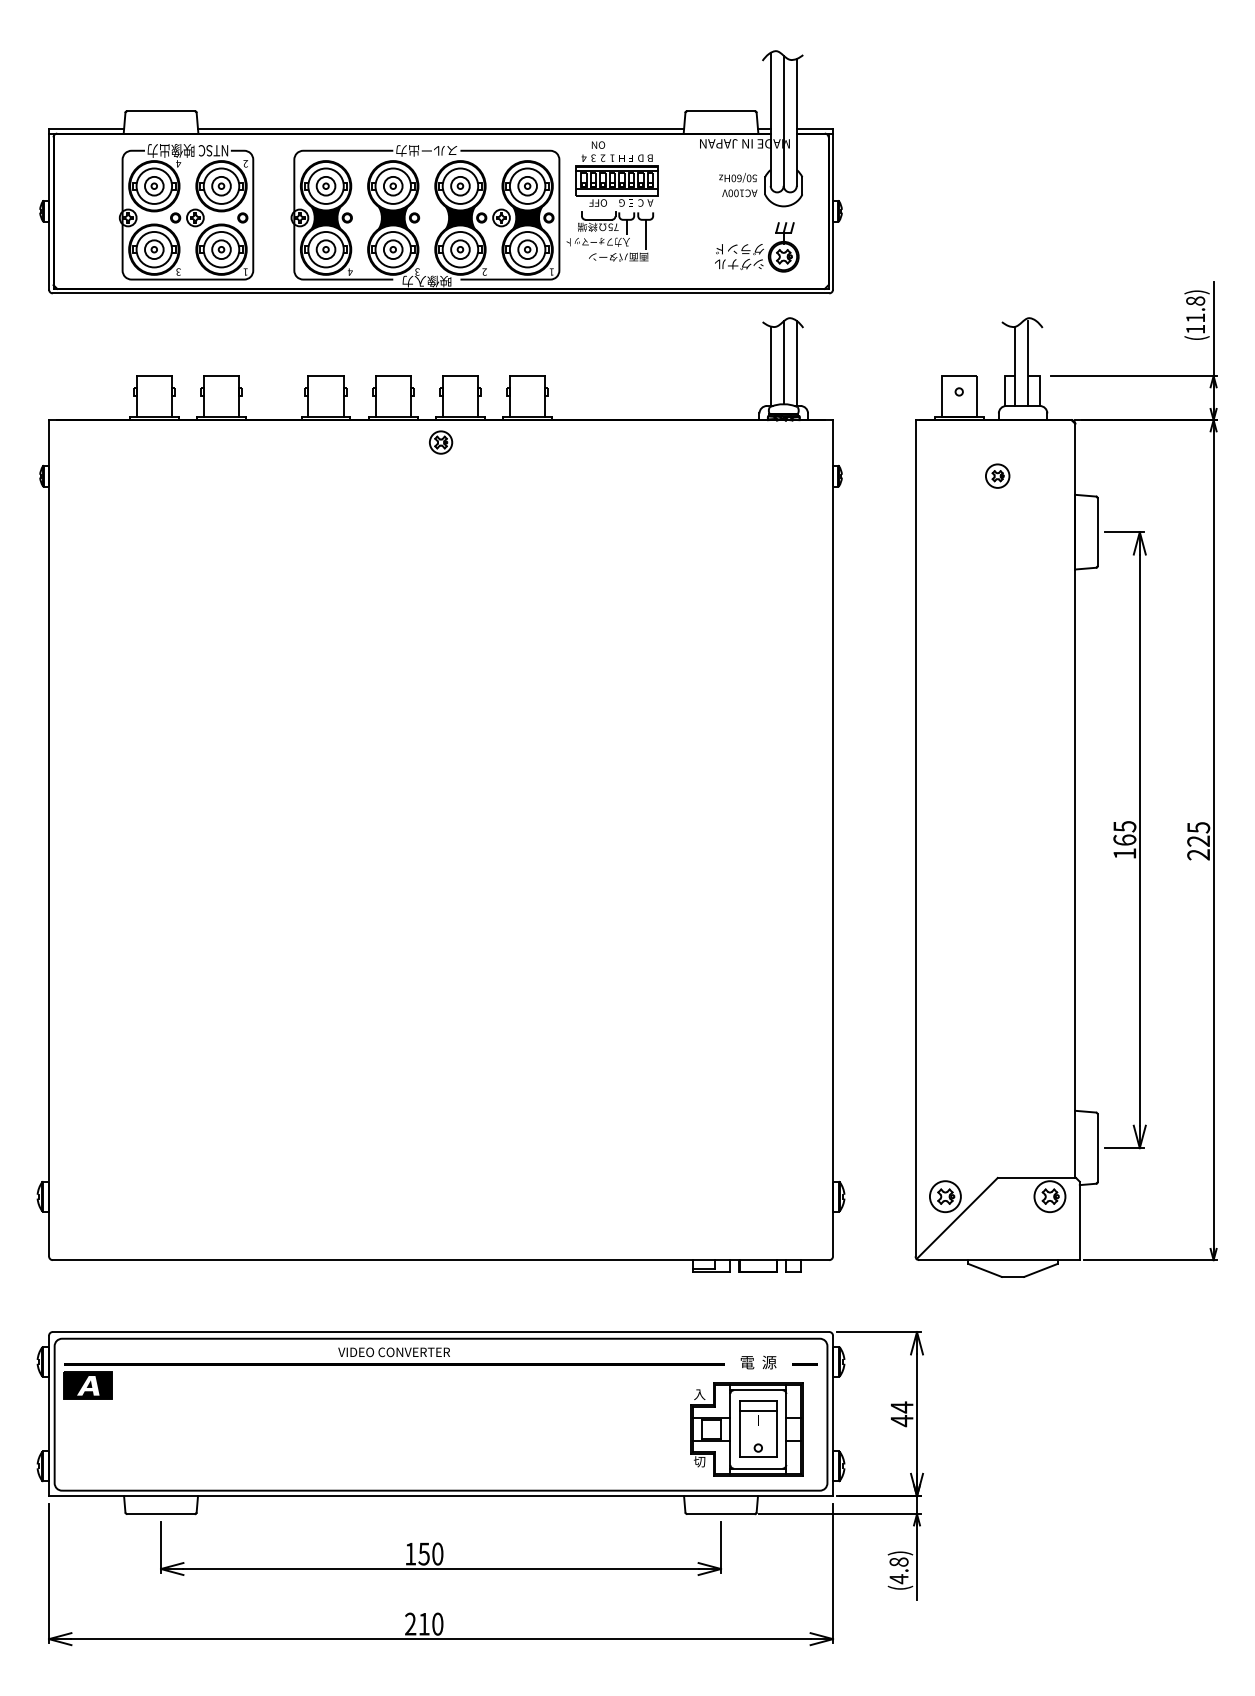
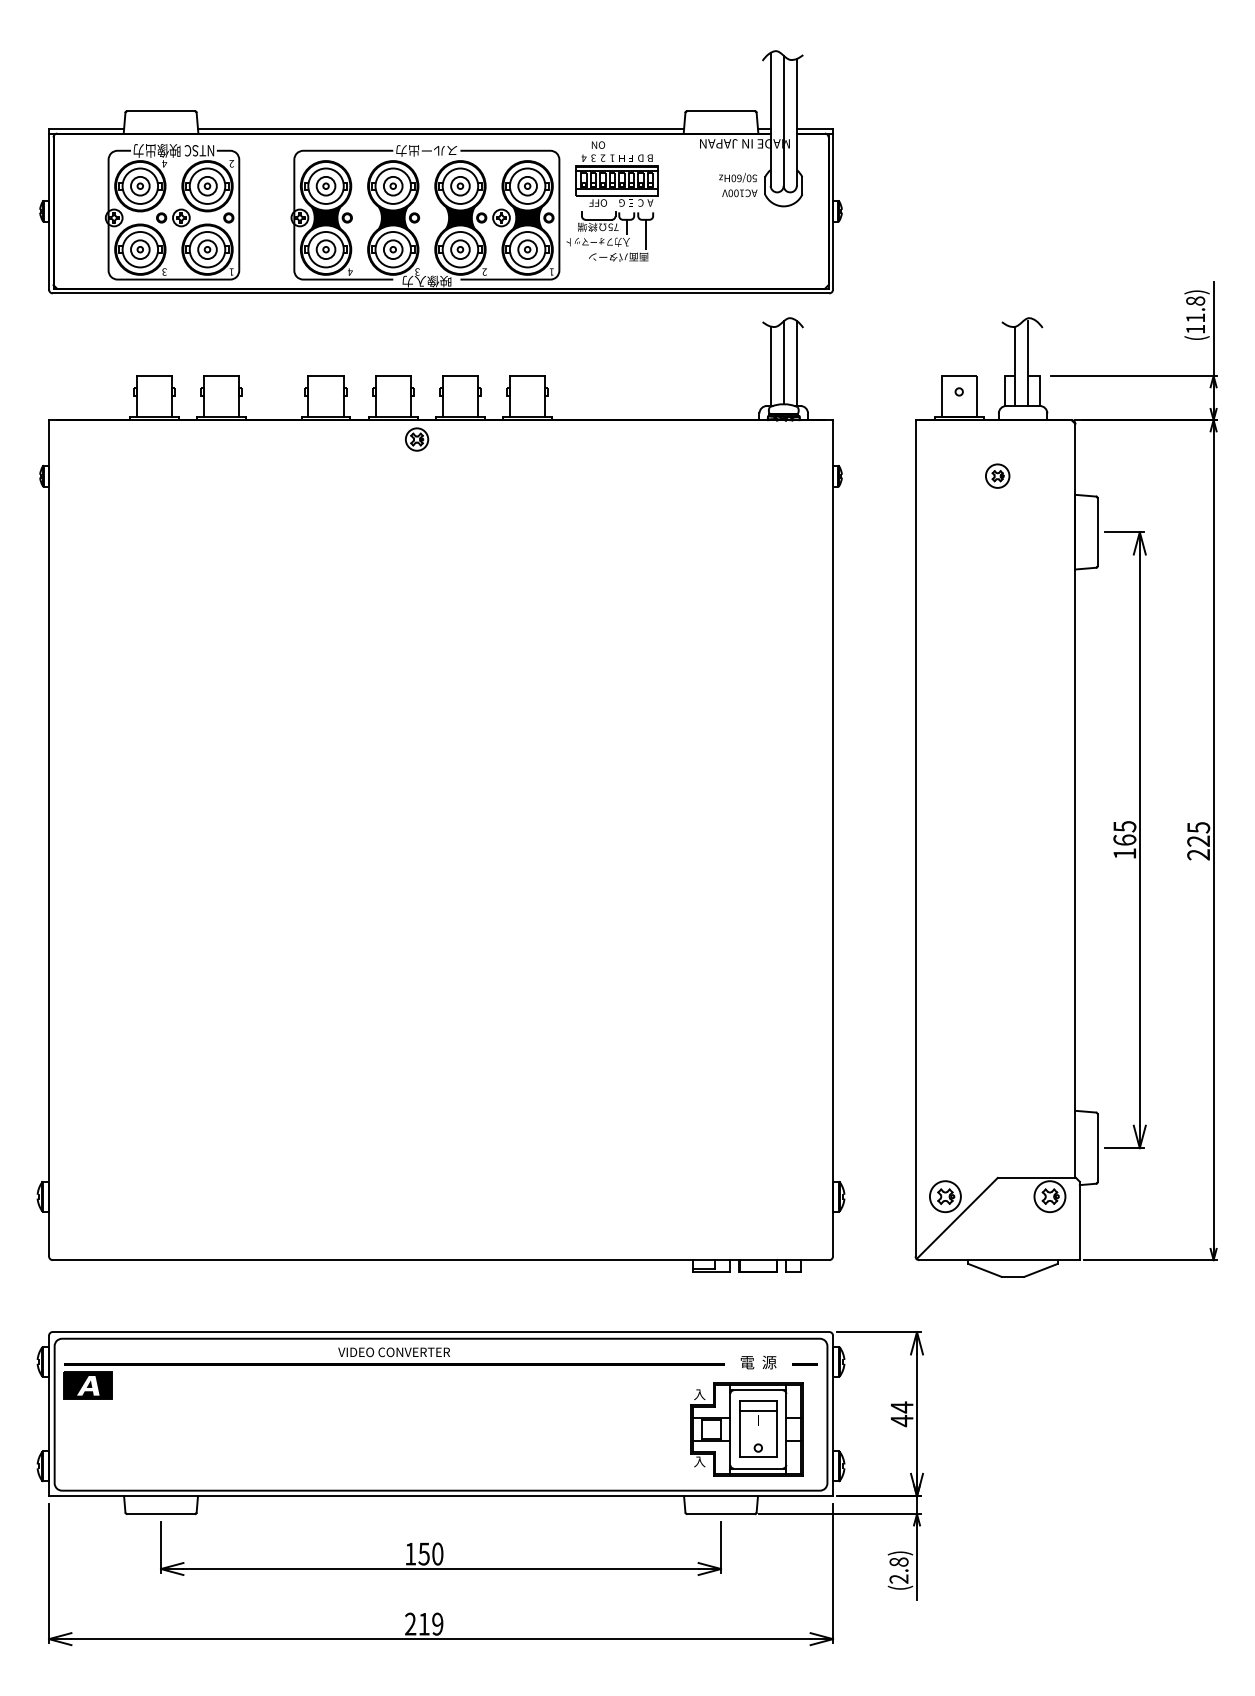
part at (186, 212) position: (186, 212) -> (172, 212)
part at (757, 247): present -> none
part at (441, 442) position: (441, 442) -> (417, 439)
text at (699, 1461): 切 -> 入
text at (898, 1579): (4.8) -> (2.8)
text at (437, 1623): 210 -> 219
